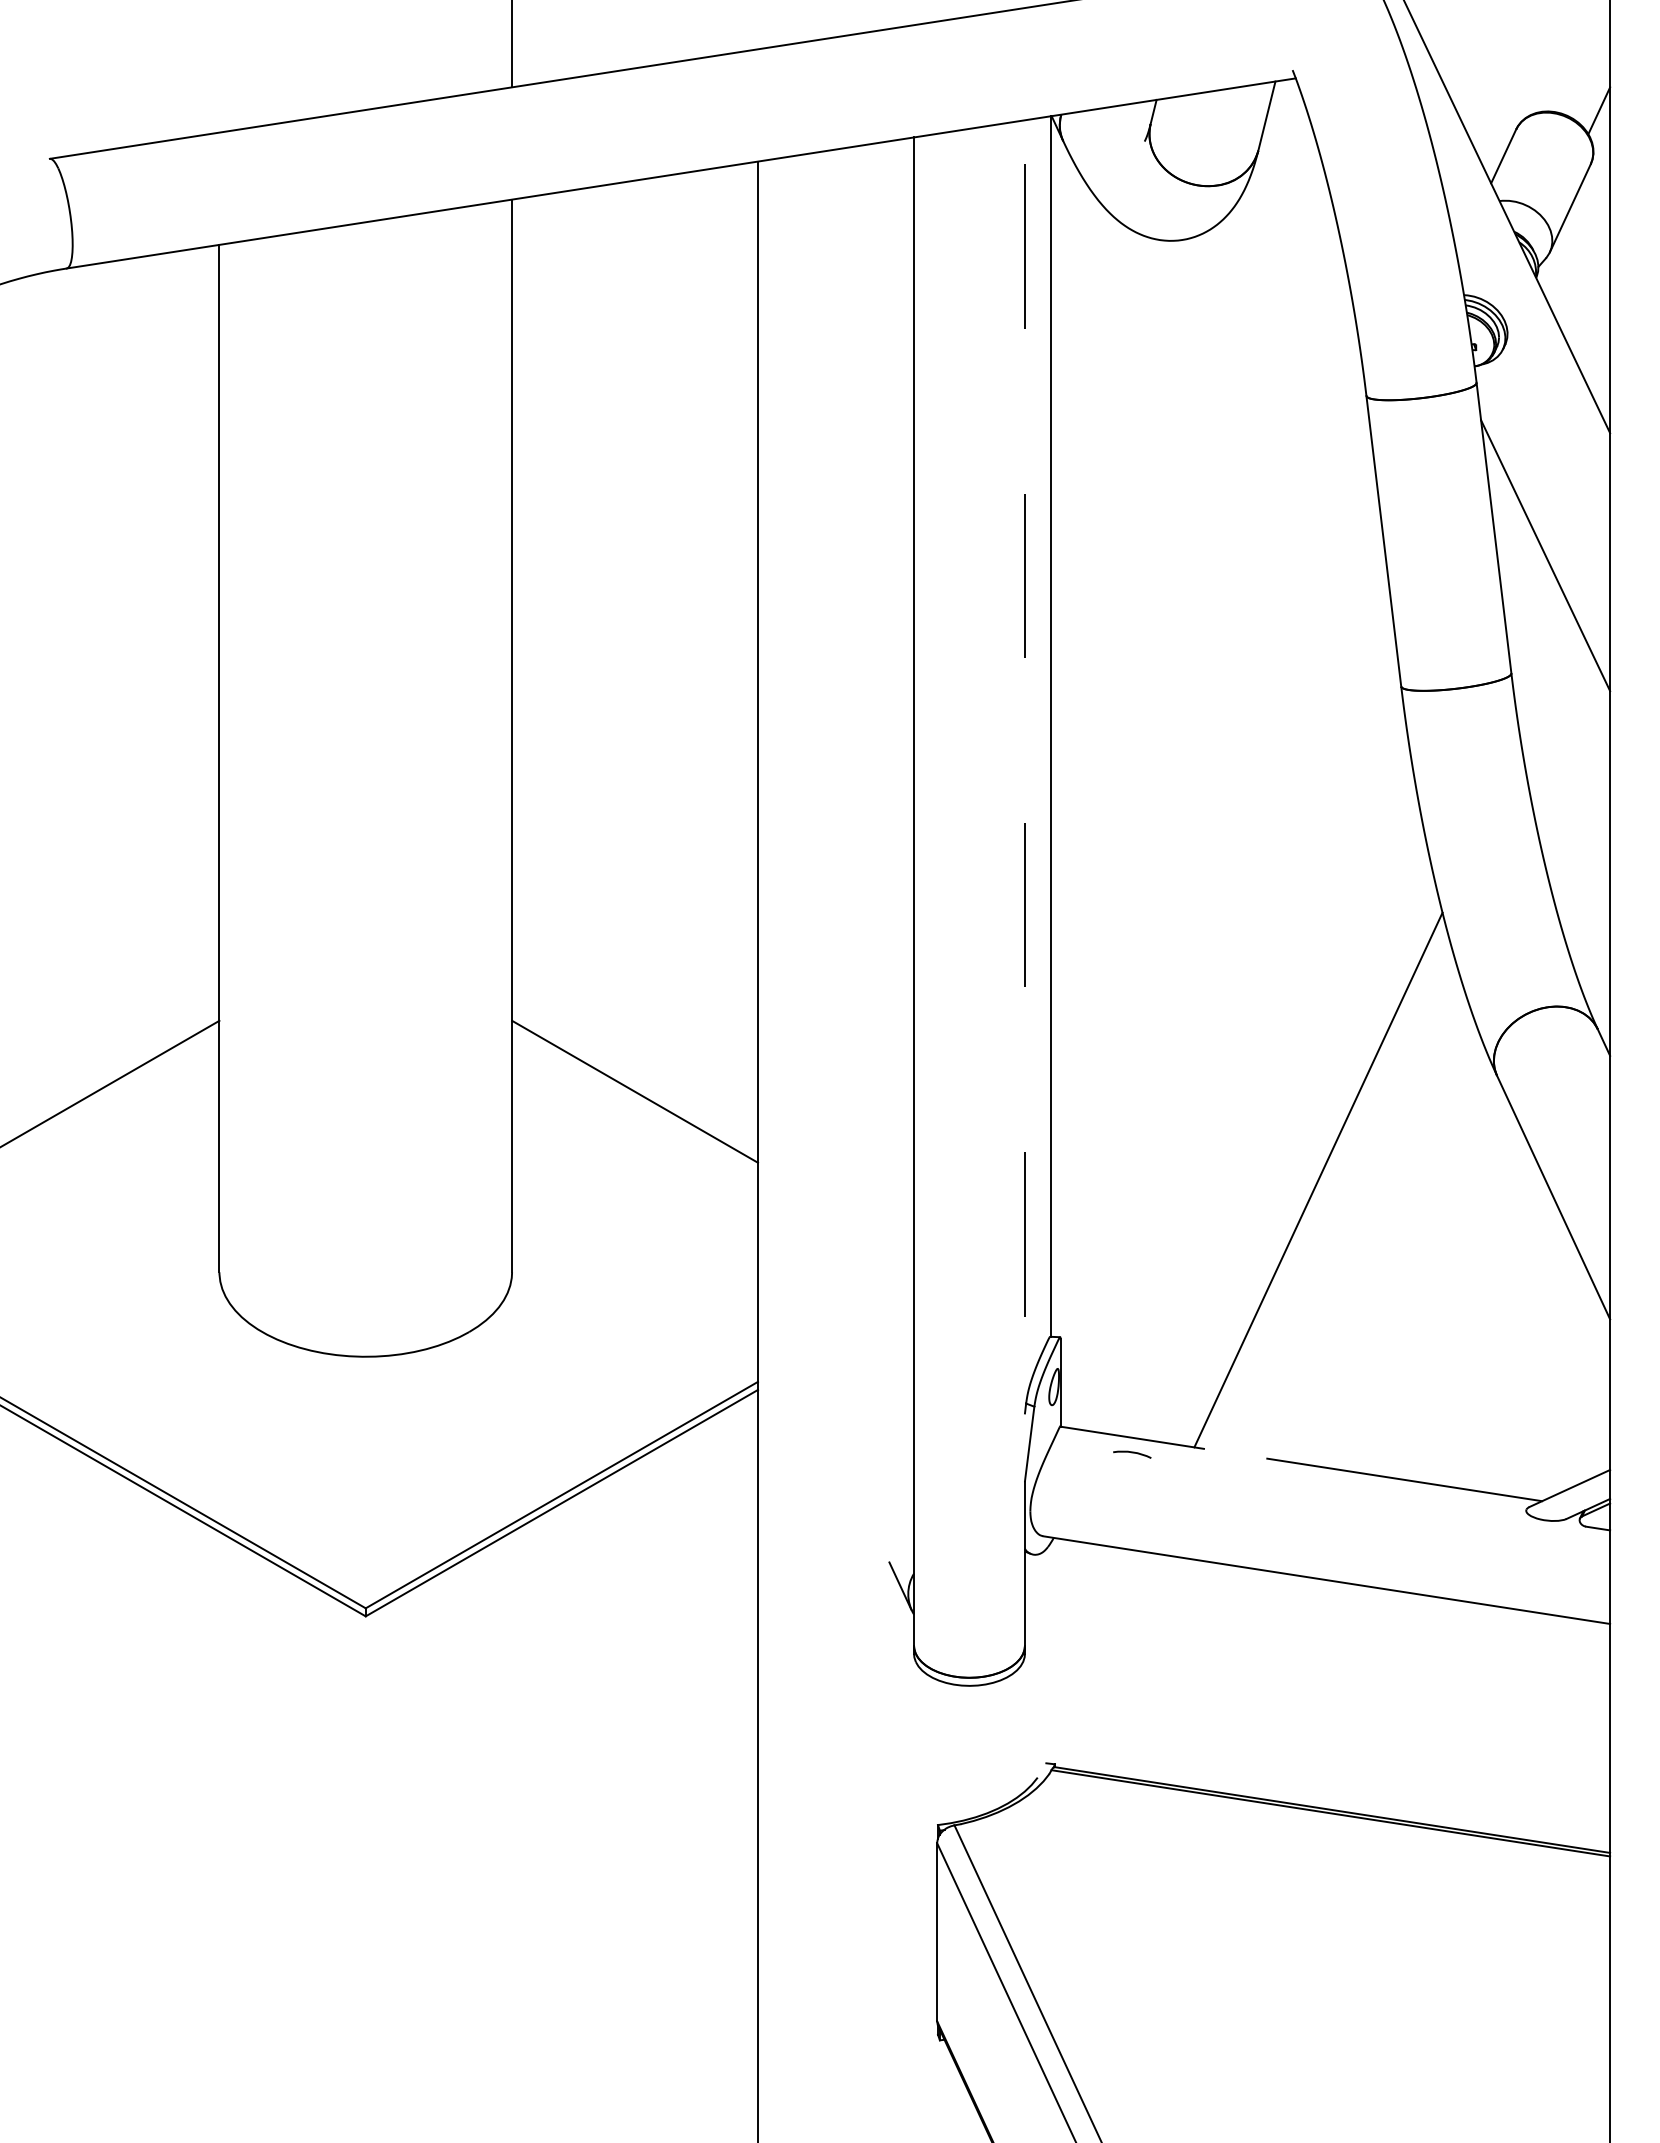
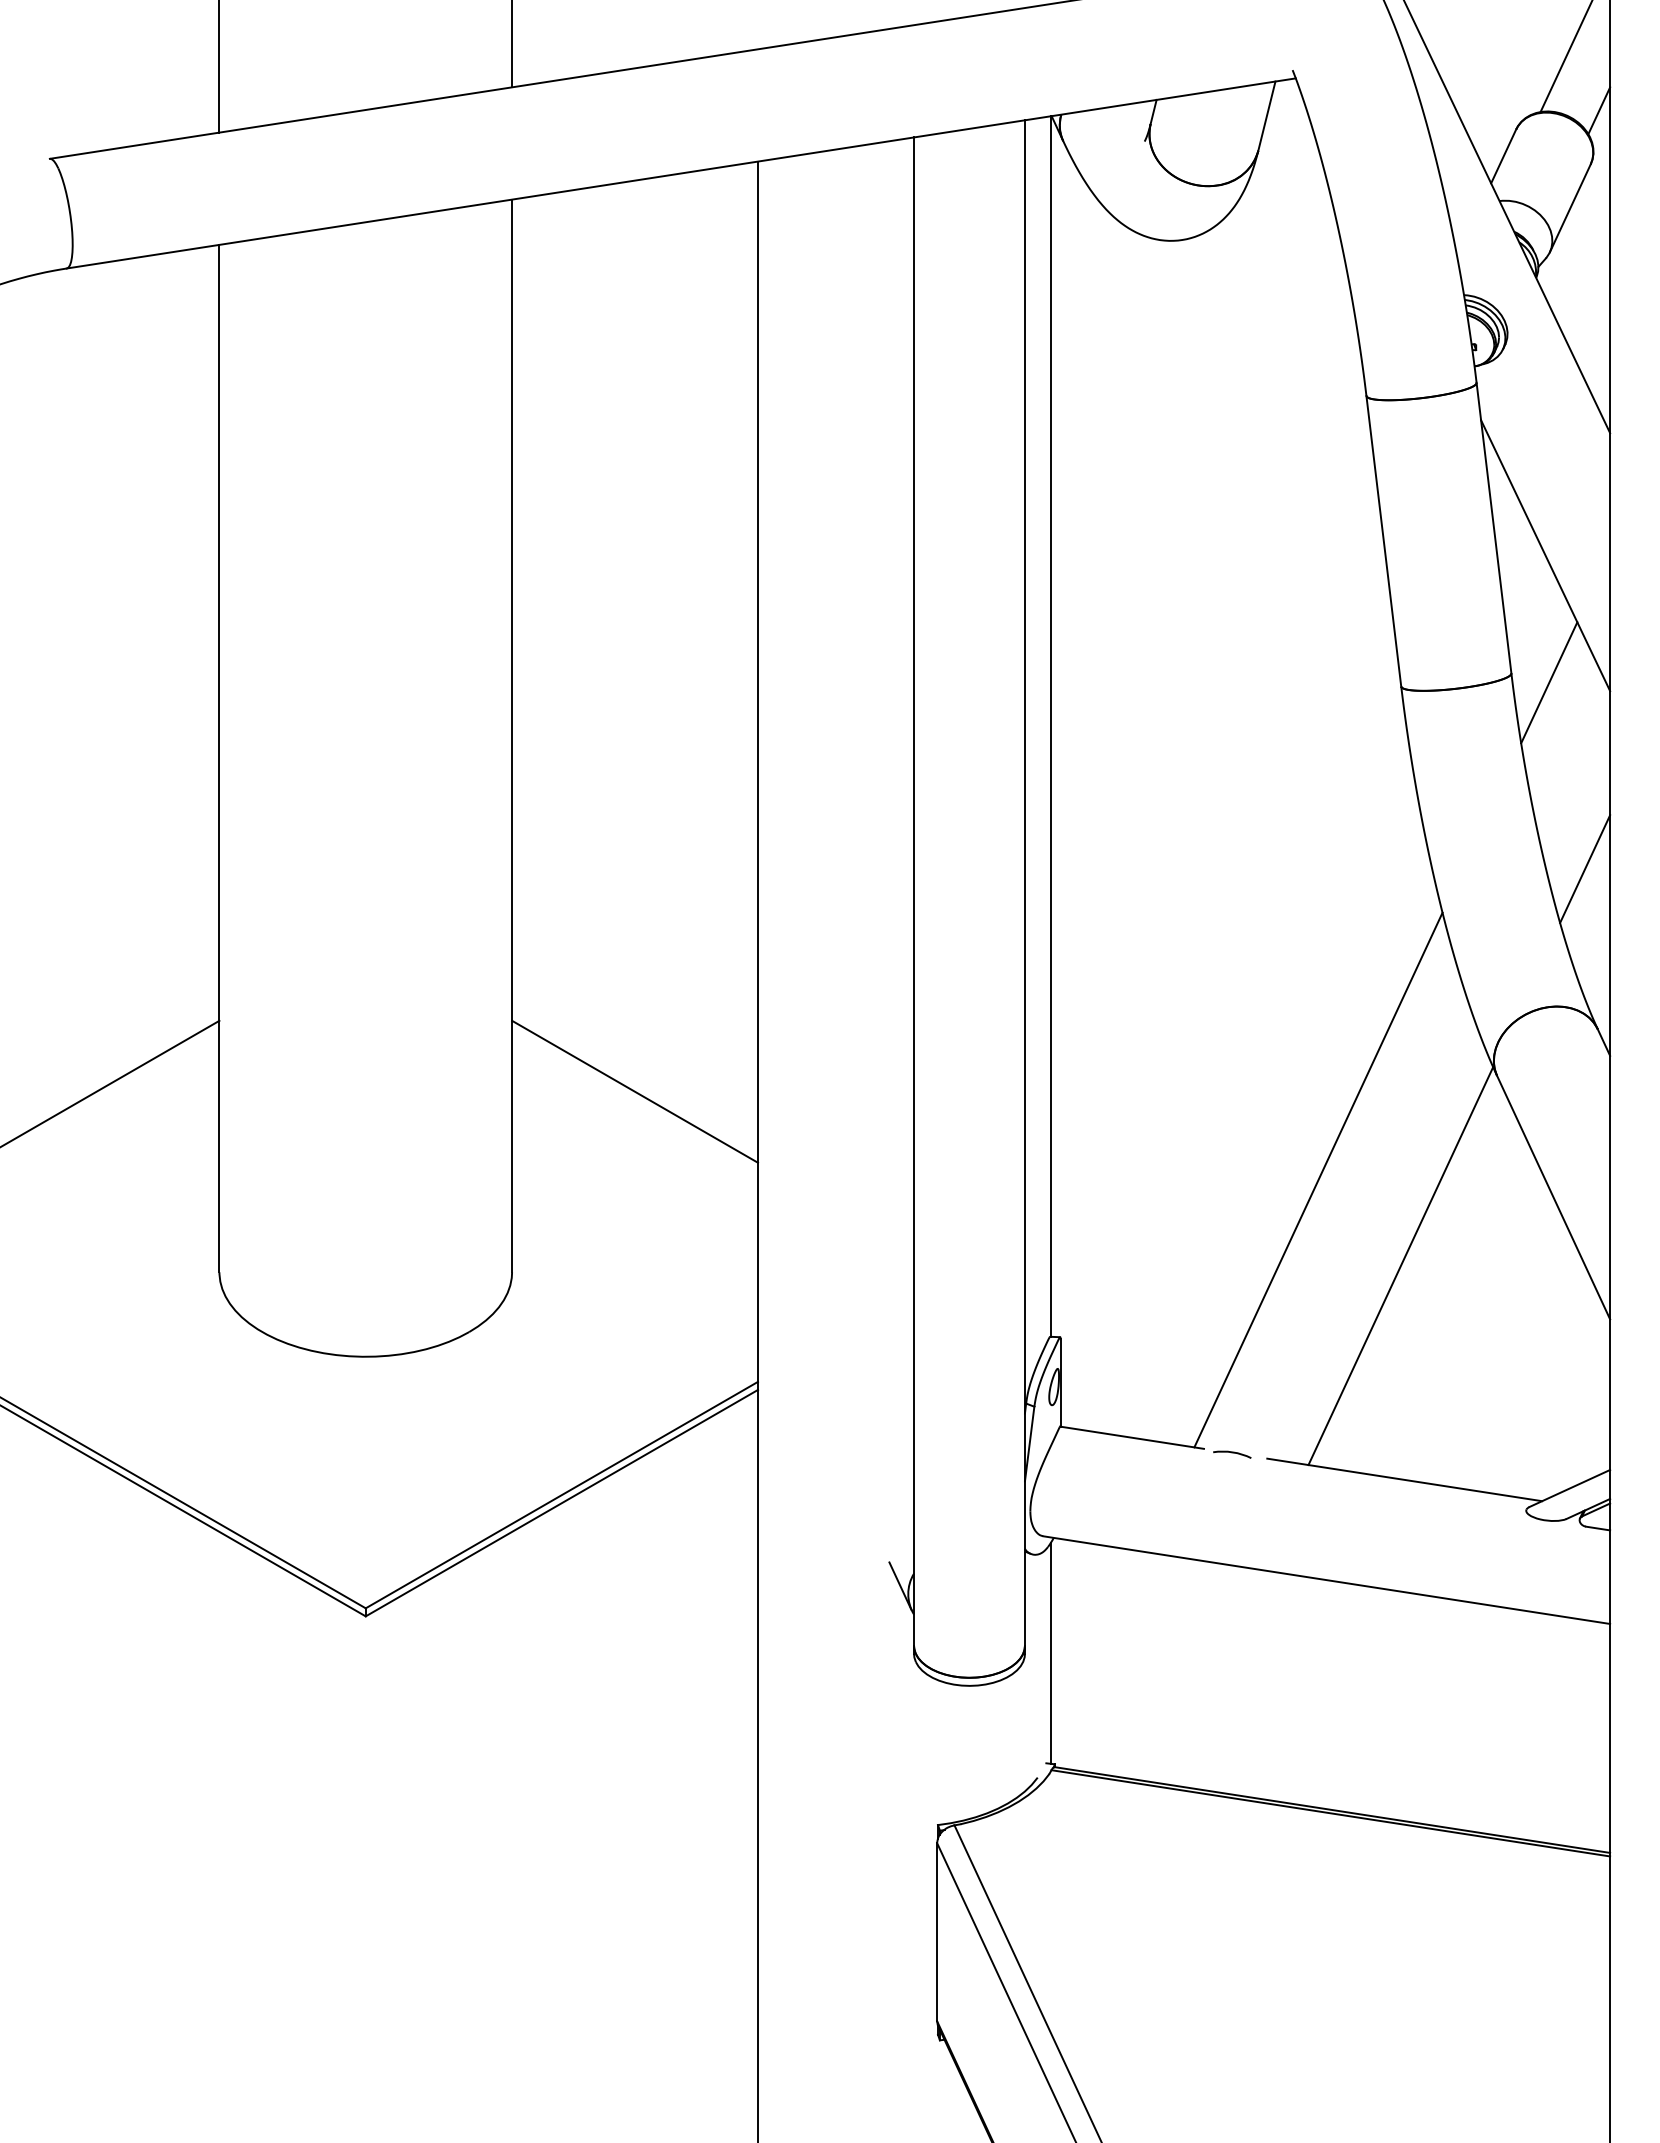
line at (1565, 57): none -> present
line at (219, 67): none -> present
line at (1549, 682): none -> present
line at (1585, 868): none -> present
line at (1024, 883): dashed -> solid
line at (1400, 1266): none -> present
arc at (1132, 1453) position: (1132, 1453) -> (1232, 1453)
line at (1050, 1653): none -> present
